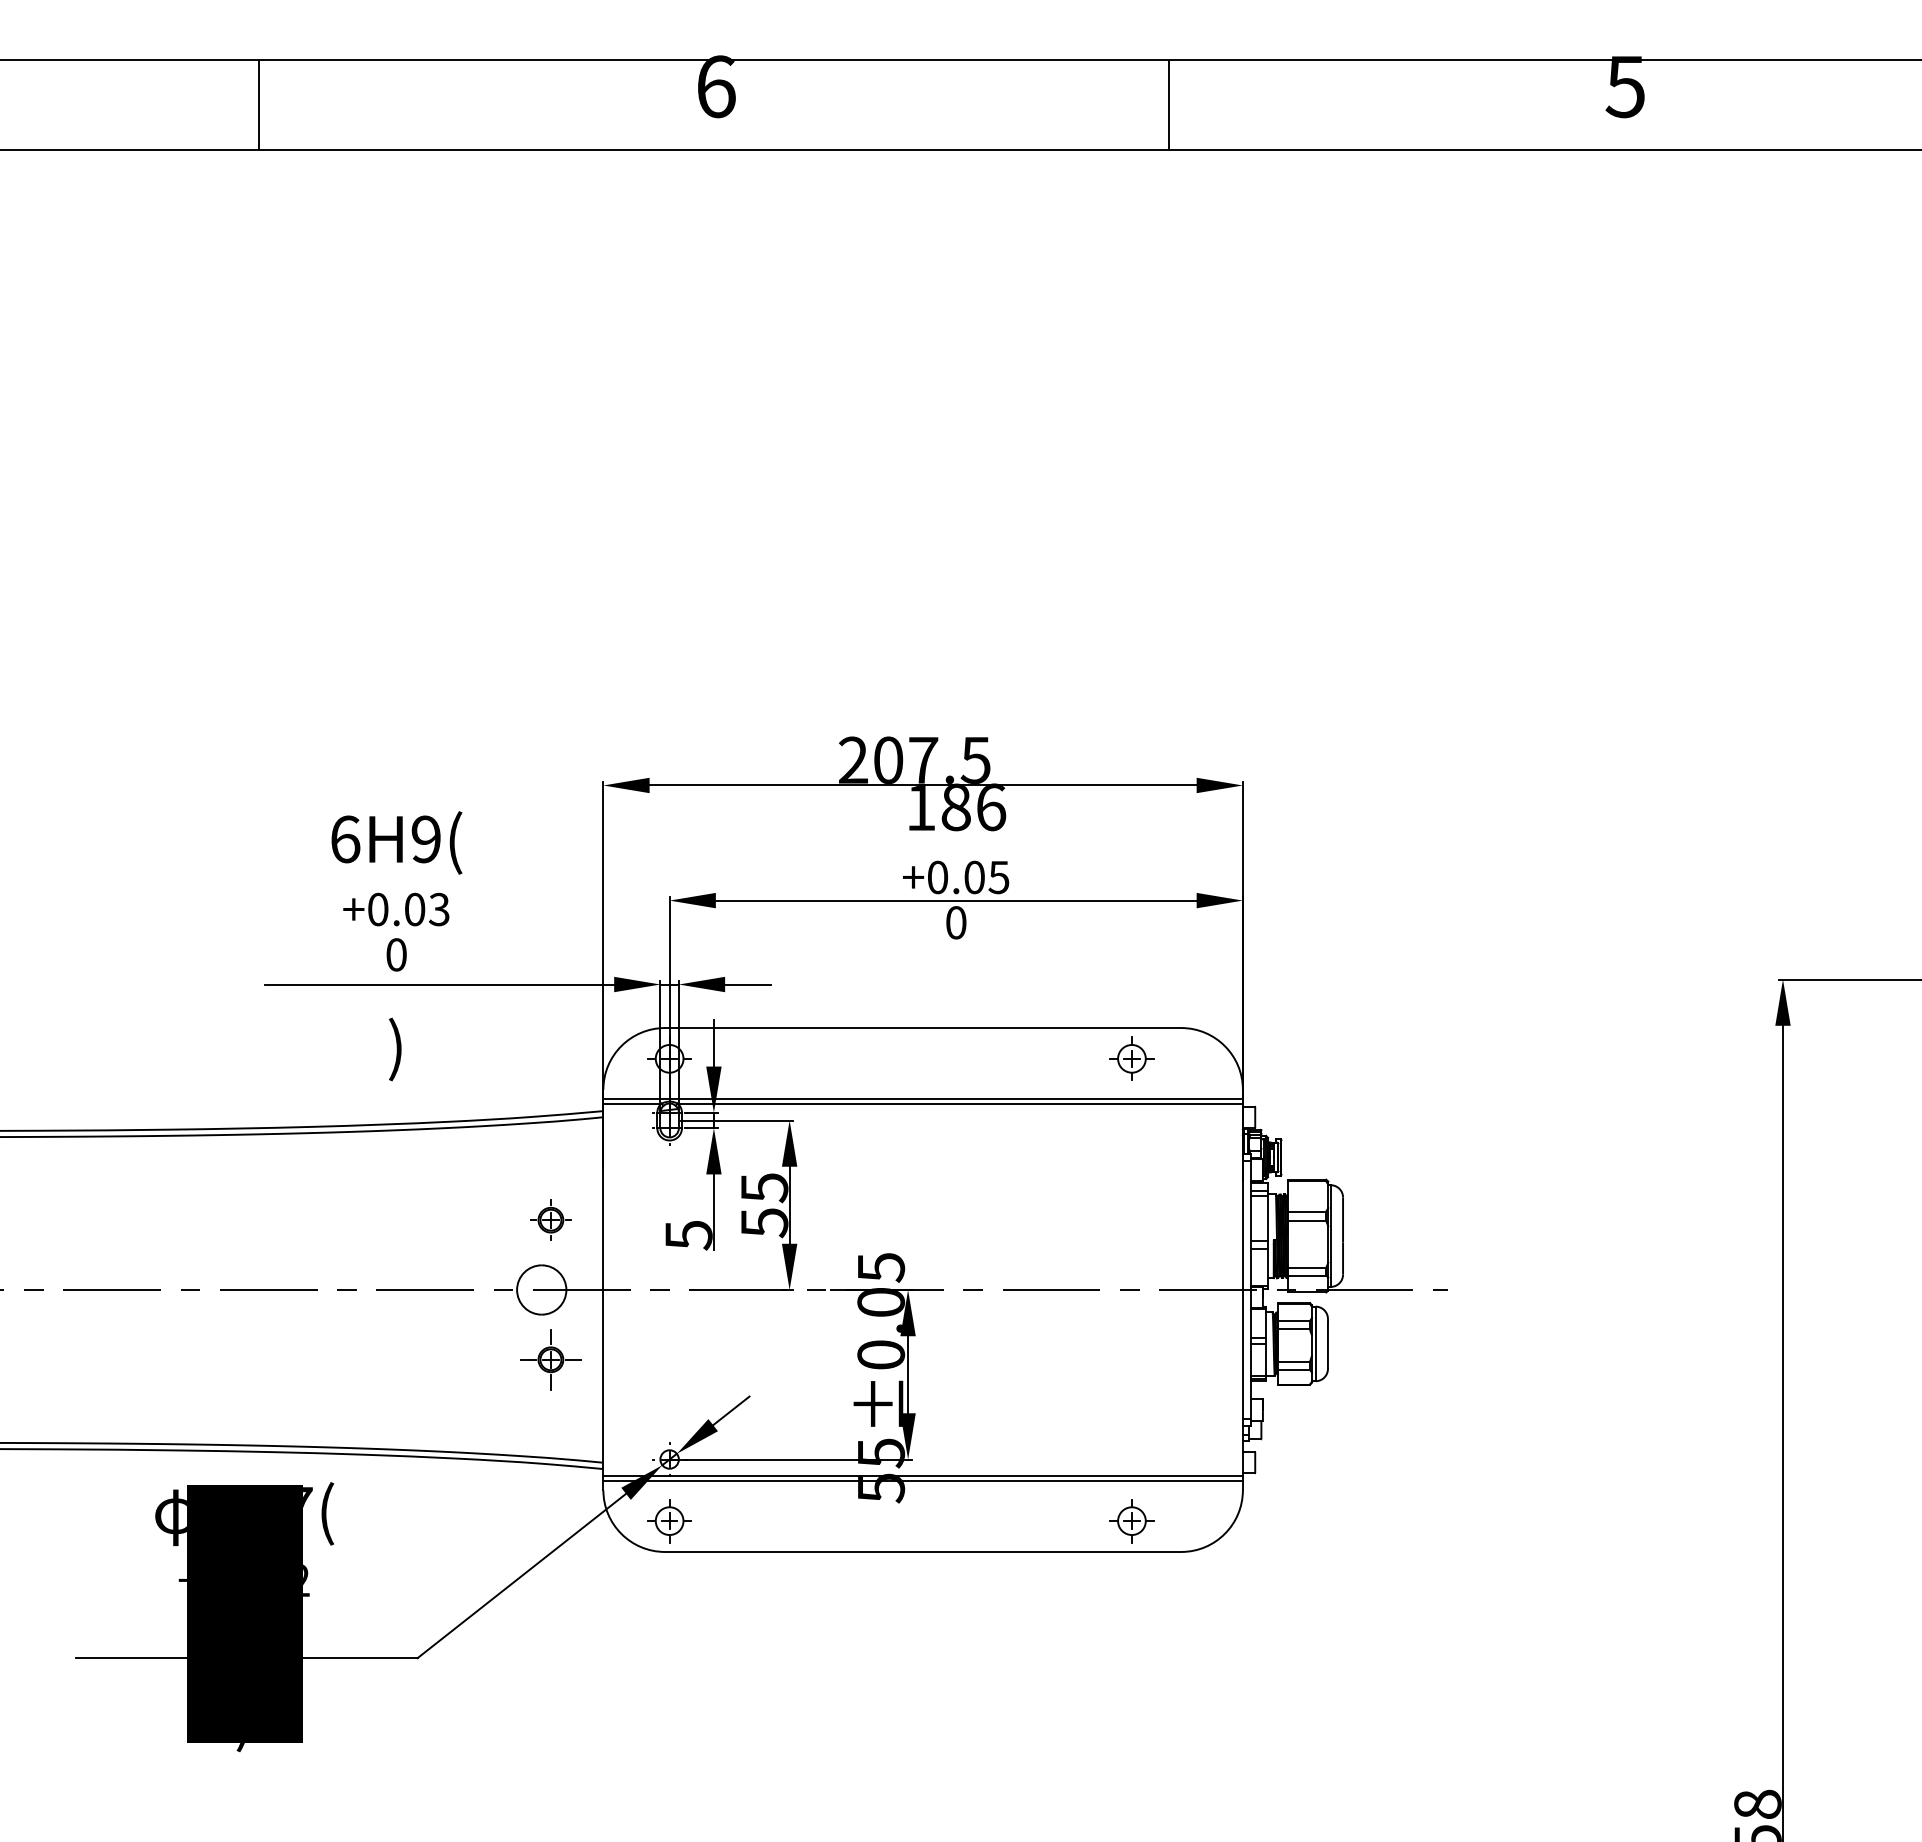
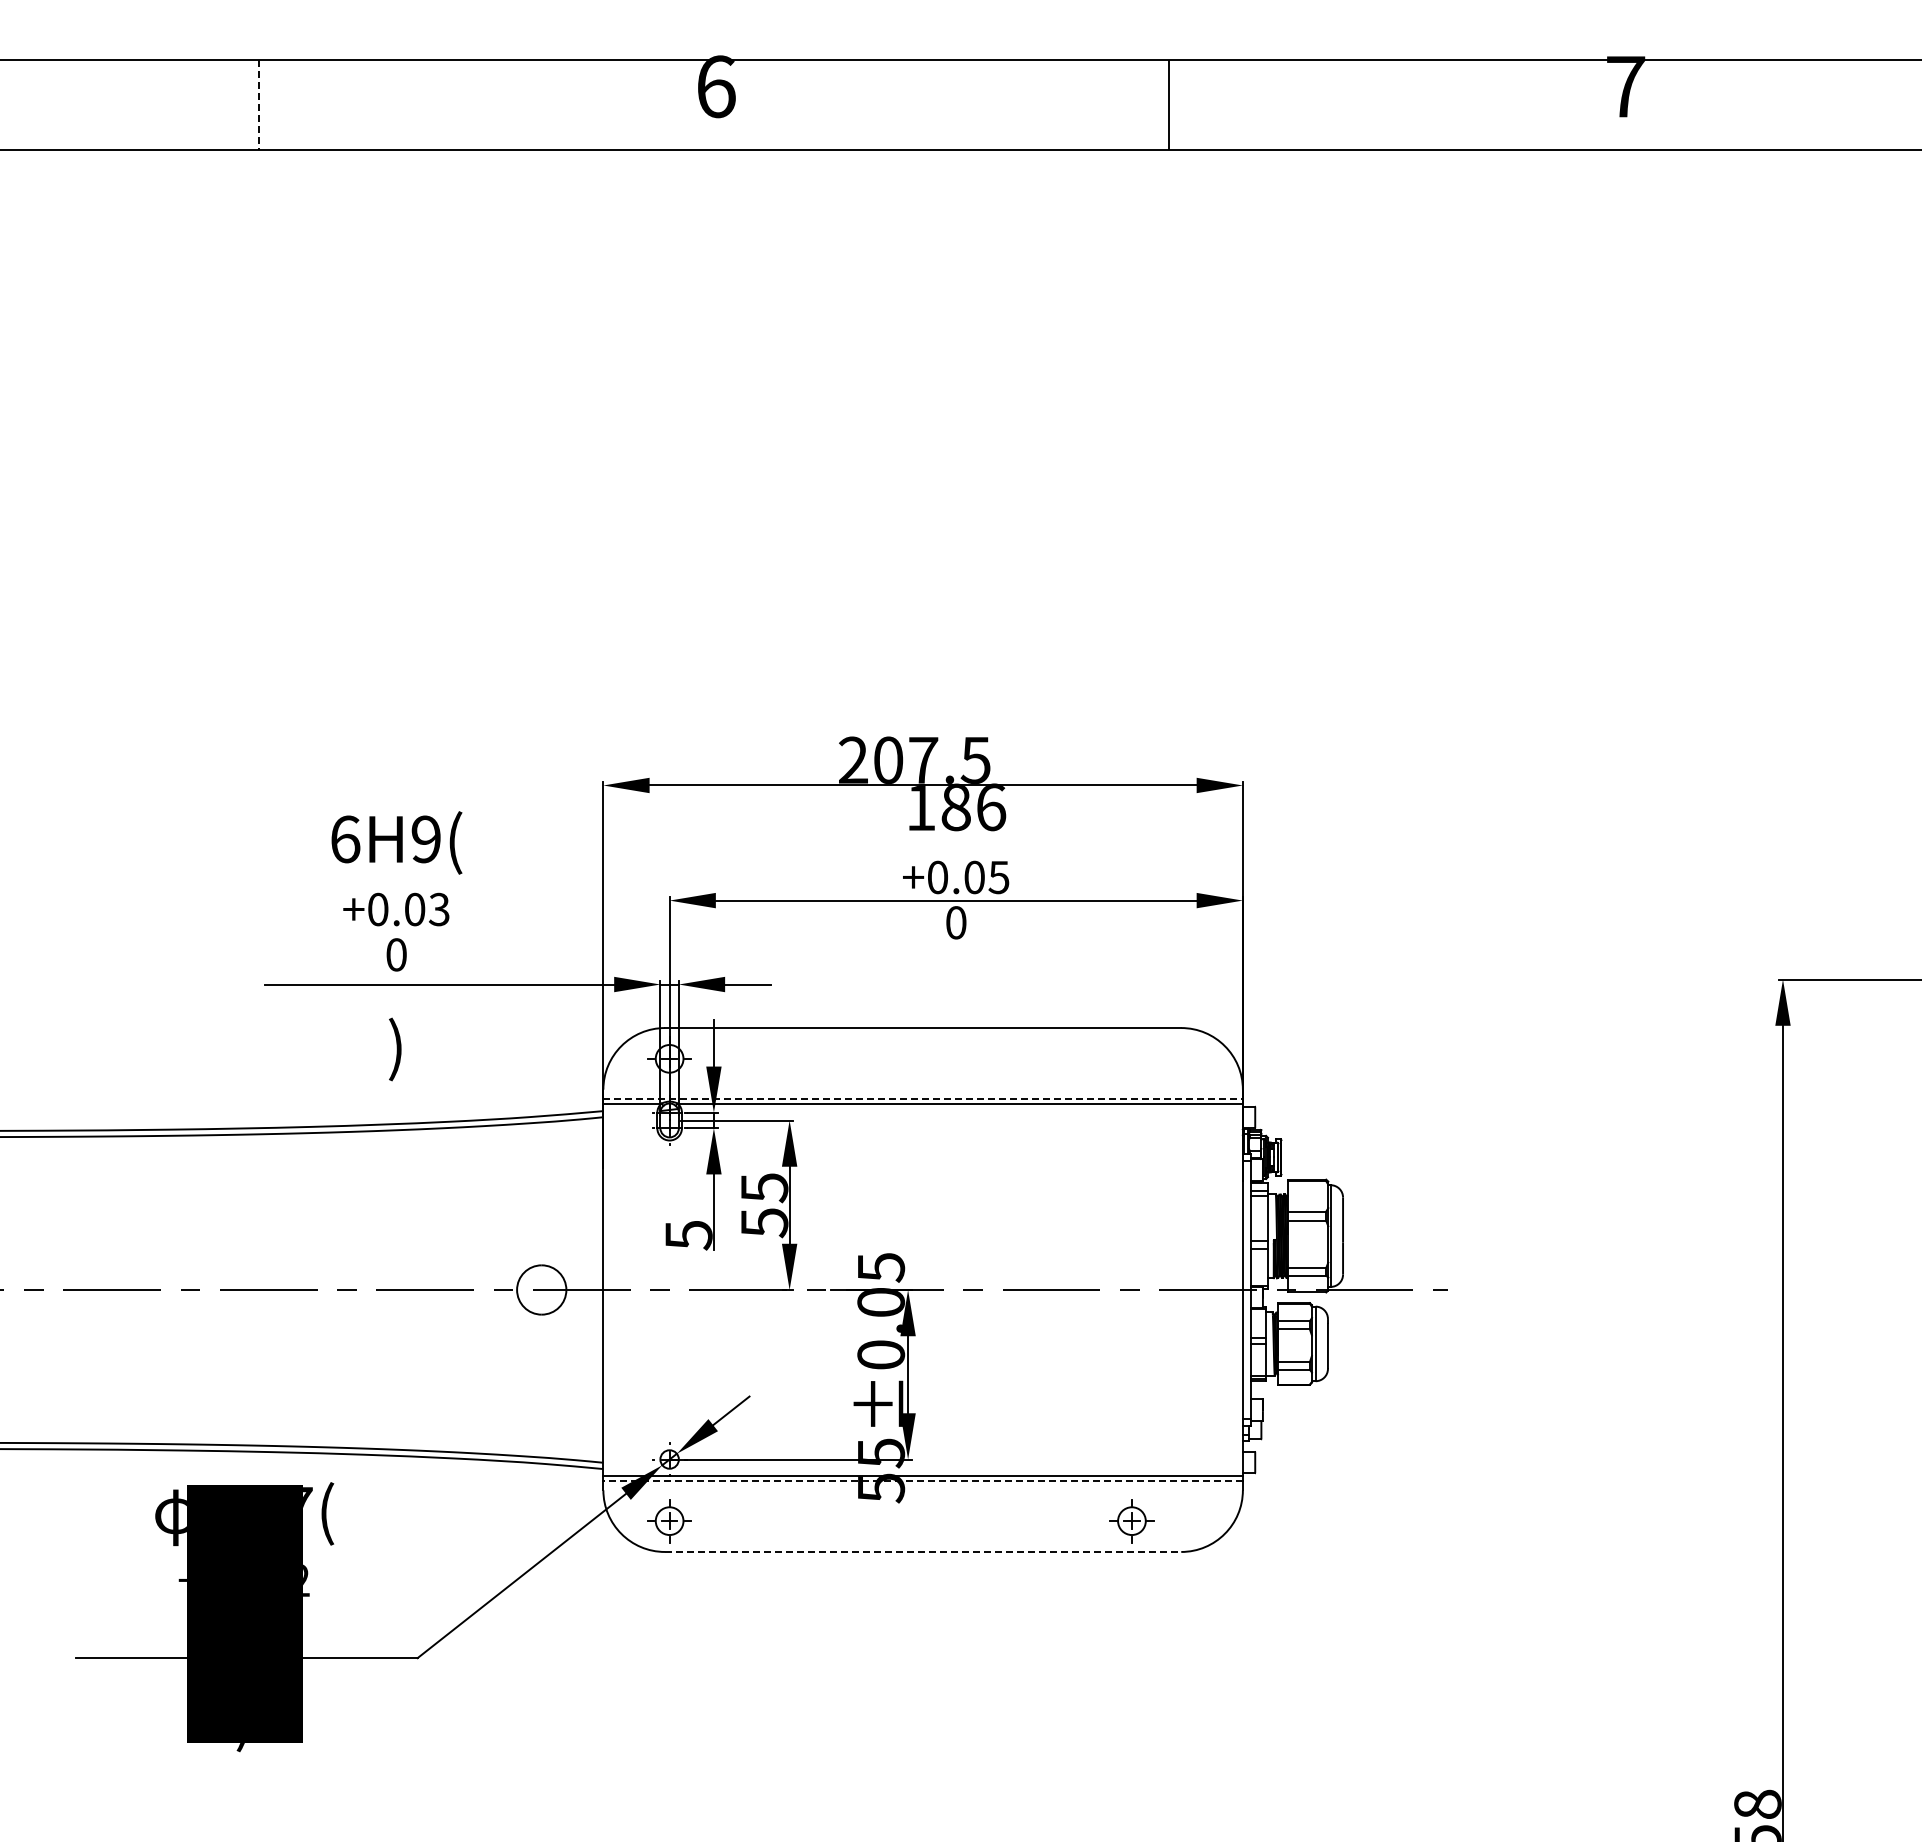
text at (1625, 87): 5 -> 7
line at (259, 105): solid -> dashed
part at (1131, 1058): present -> none
line at (923, 1098): solid -> dashed
part at (550, 1219): present -> none
part at (550, 1359): present -> none
line at (923, 1481): solid -> dashed
line at (923, 1551): solid -> dashed
